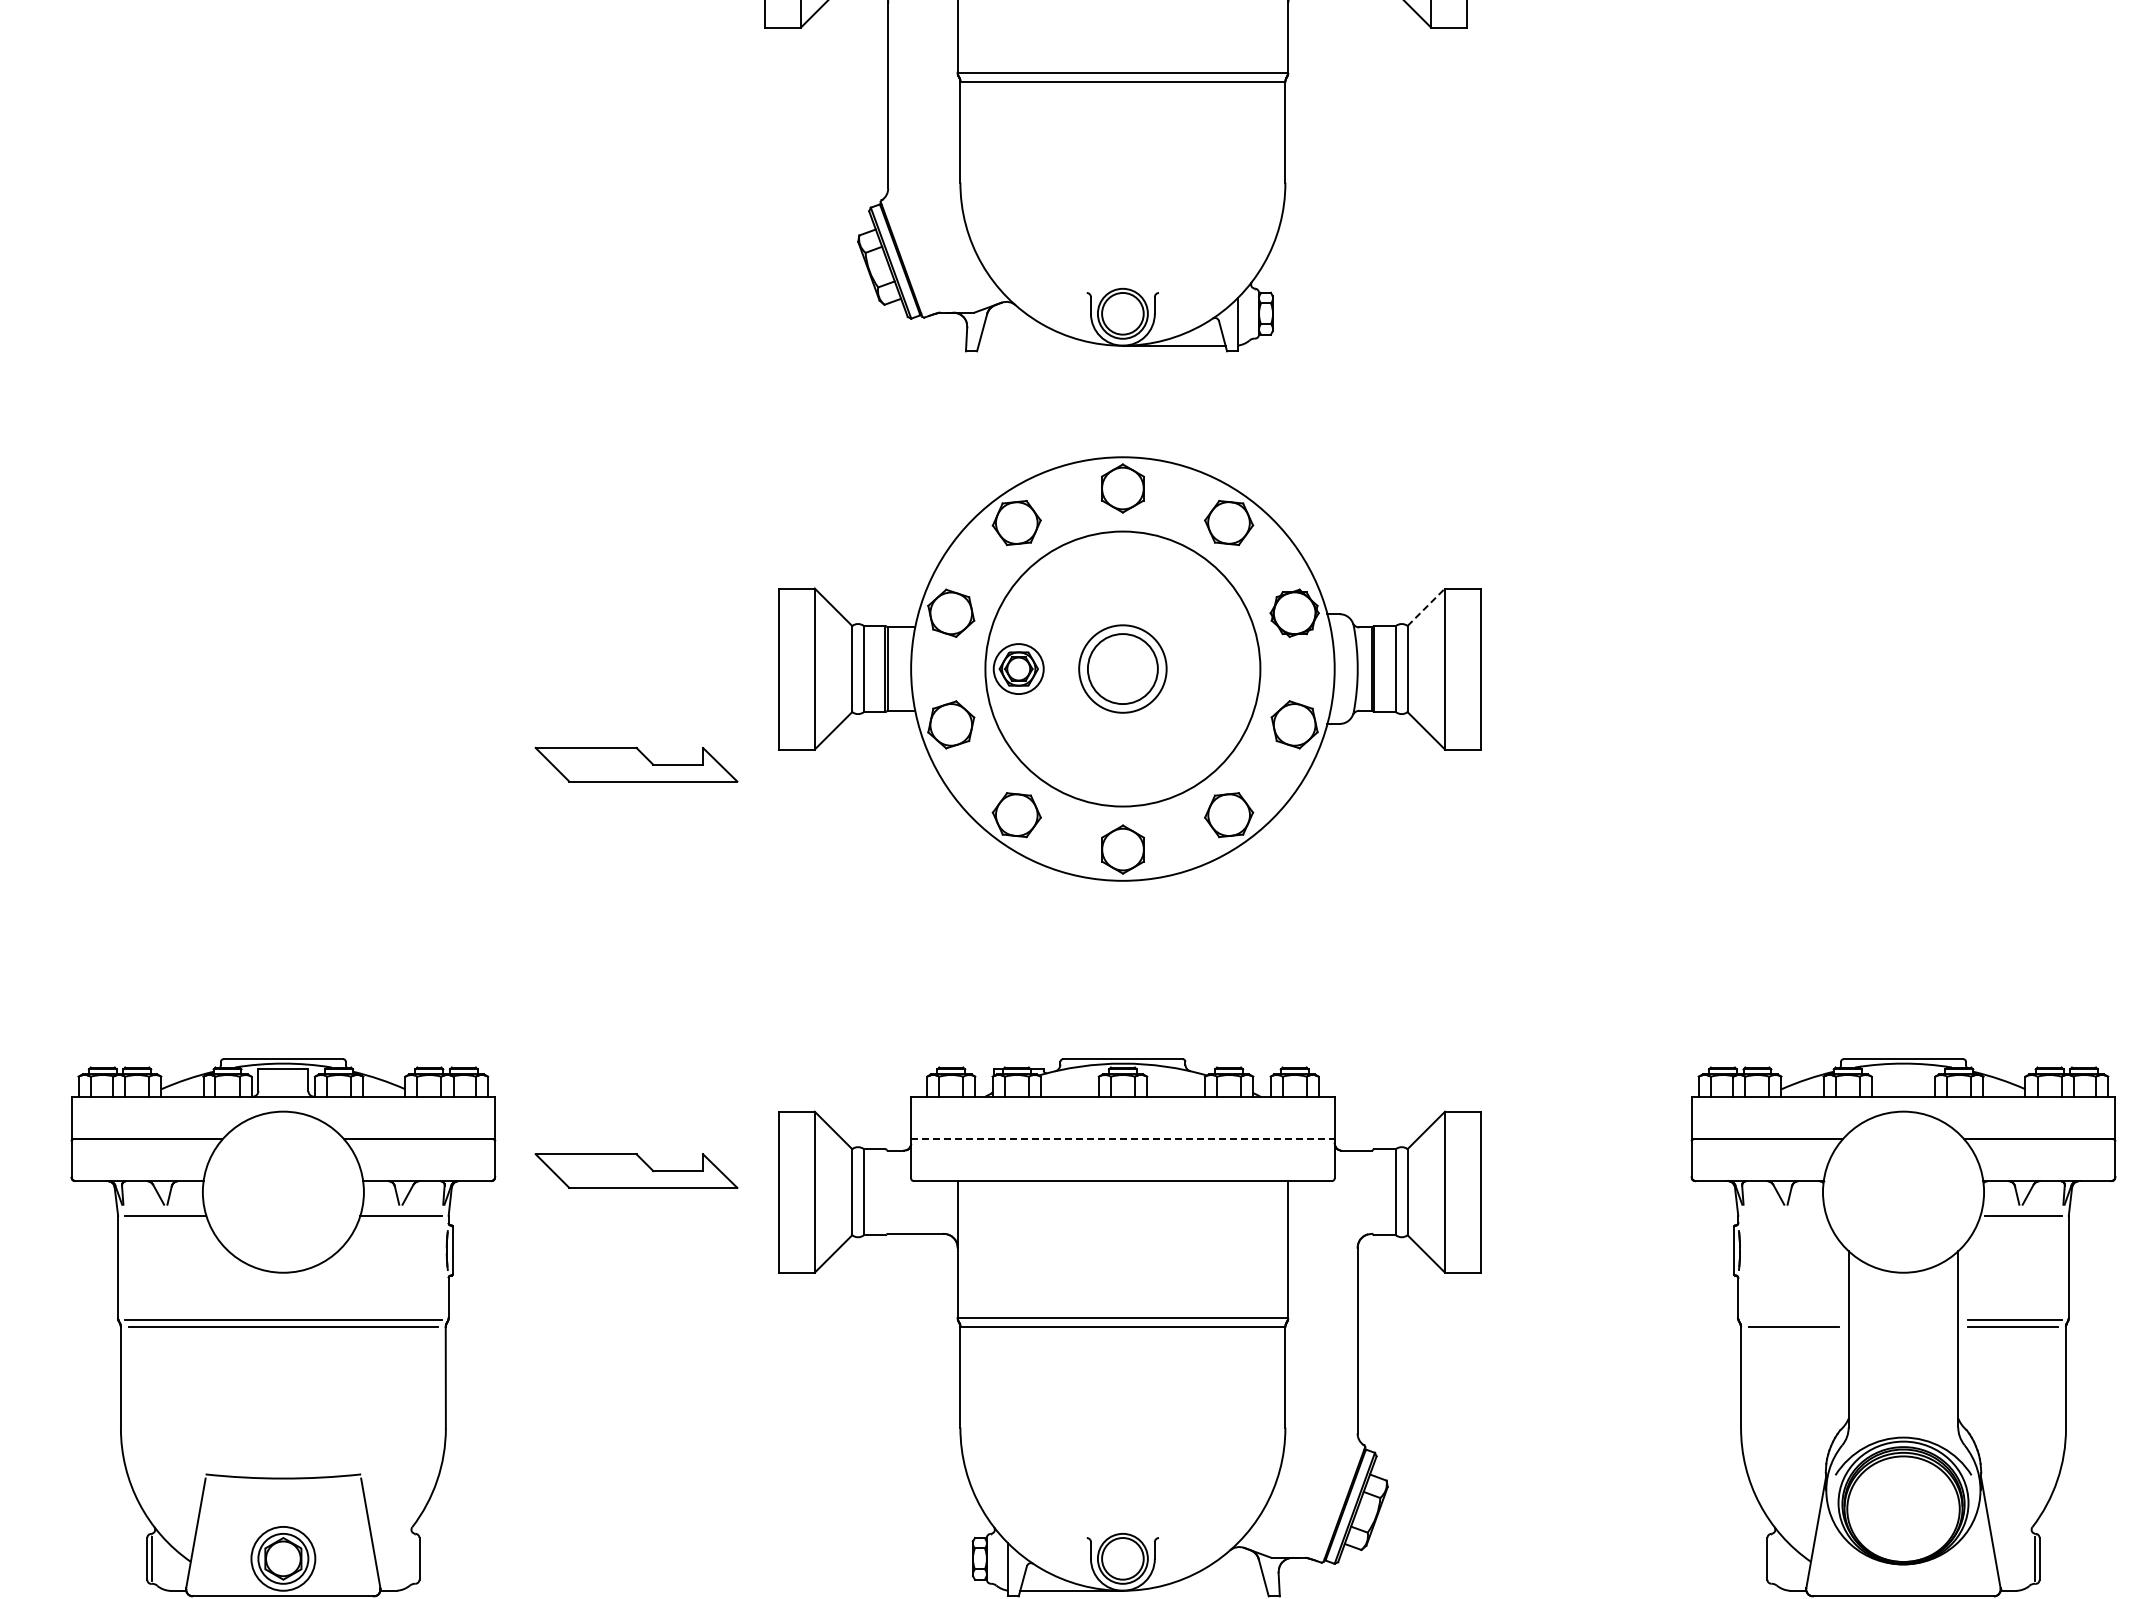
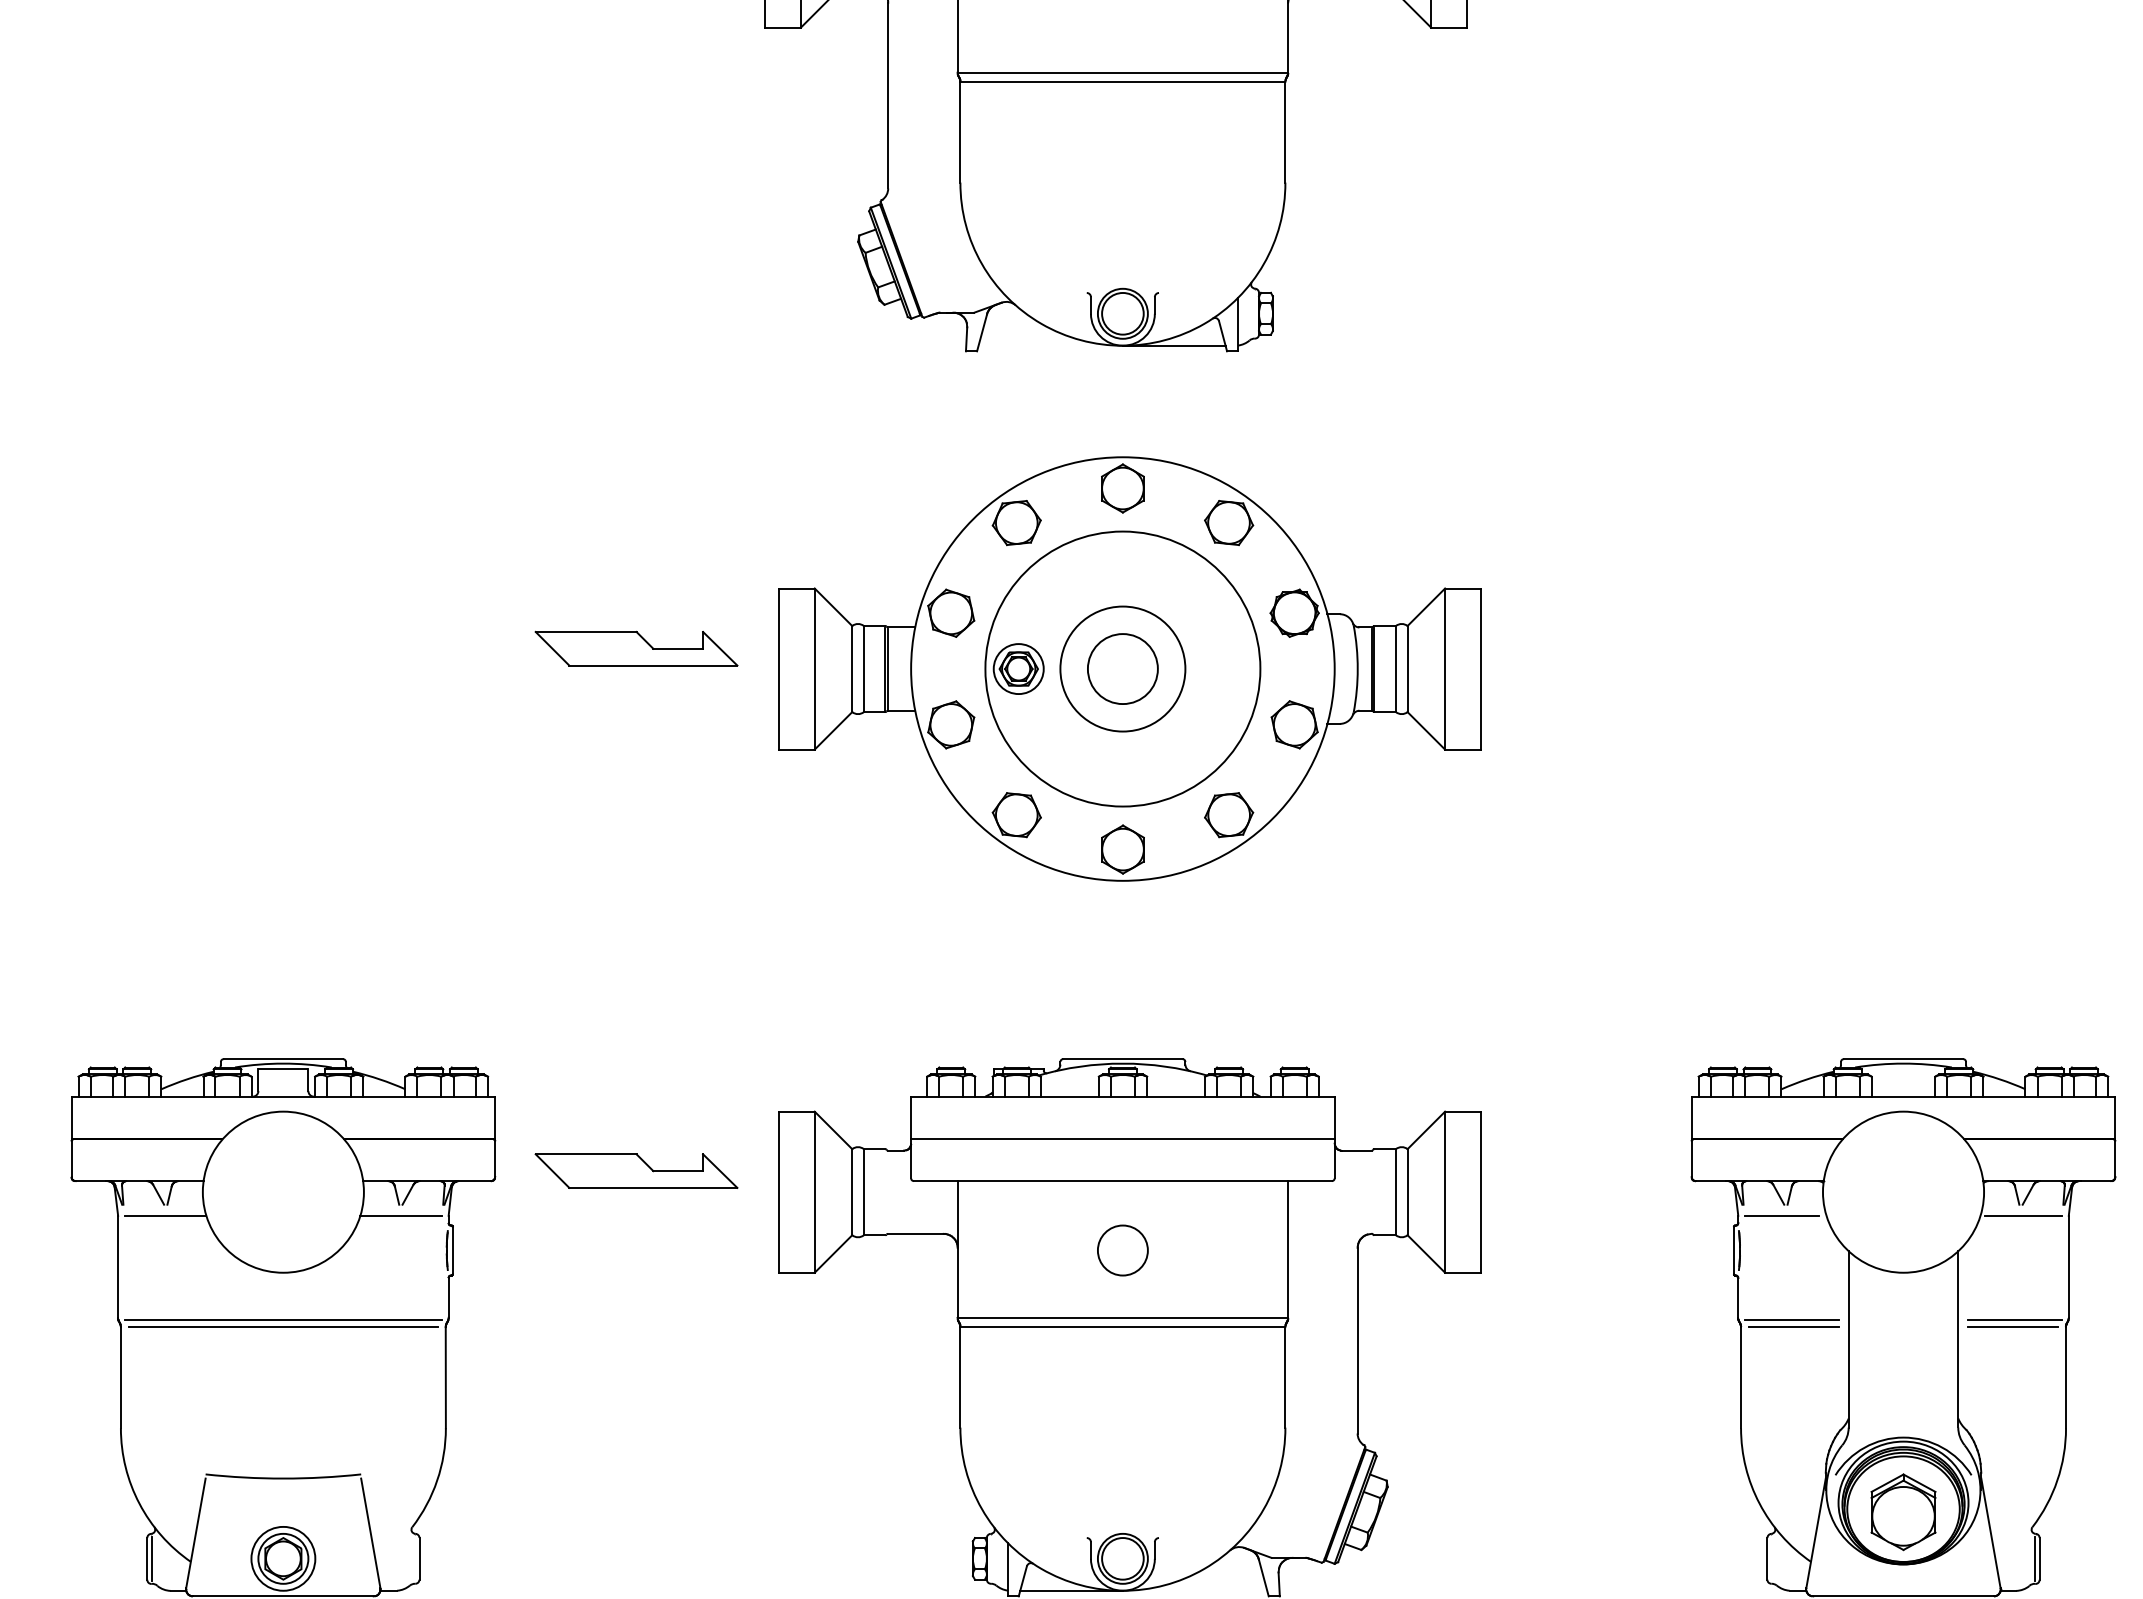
line at (1426, 607): dashed -> solid
circle at (1122, 668) diameter: 87 px -> 125 px
part at (636, 764) position: (636, 764) -> (636, 648)
line at (1122, 1139): dashed -> solid
line at (1781, 1215): none -> present
circle at (1122, 1250): none -> present
line at (1791, 1319): none -> present
part at (1903, 1512): none -> present
